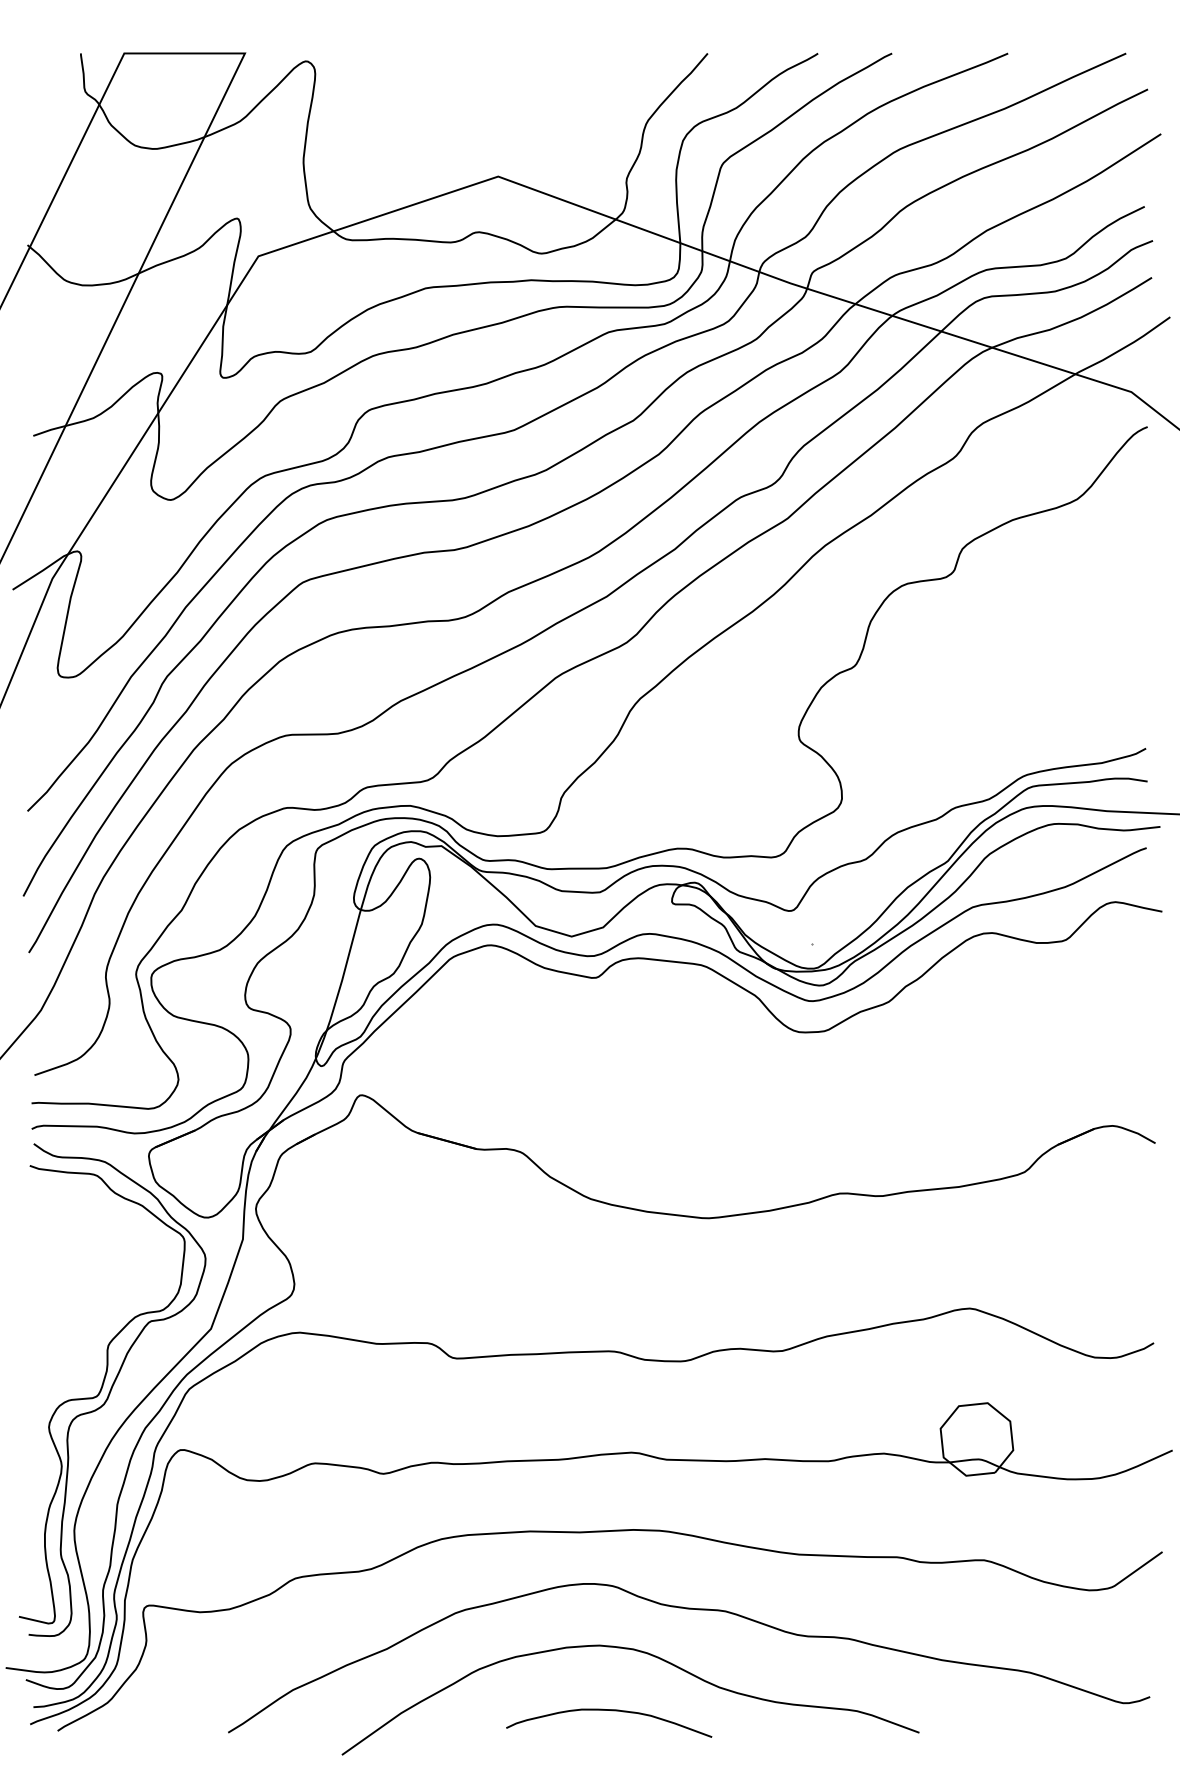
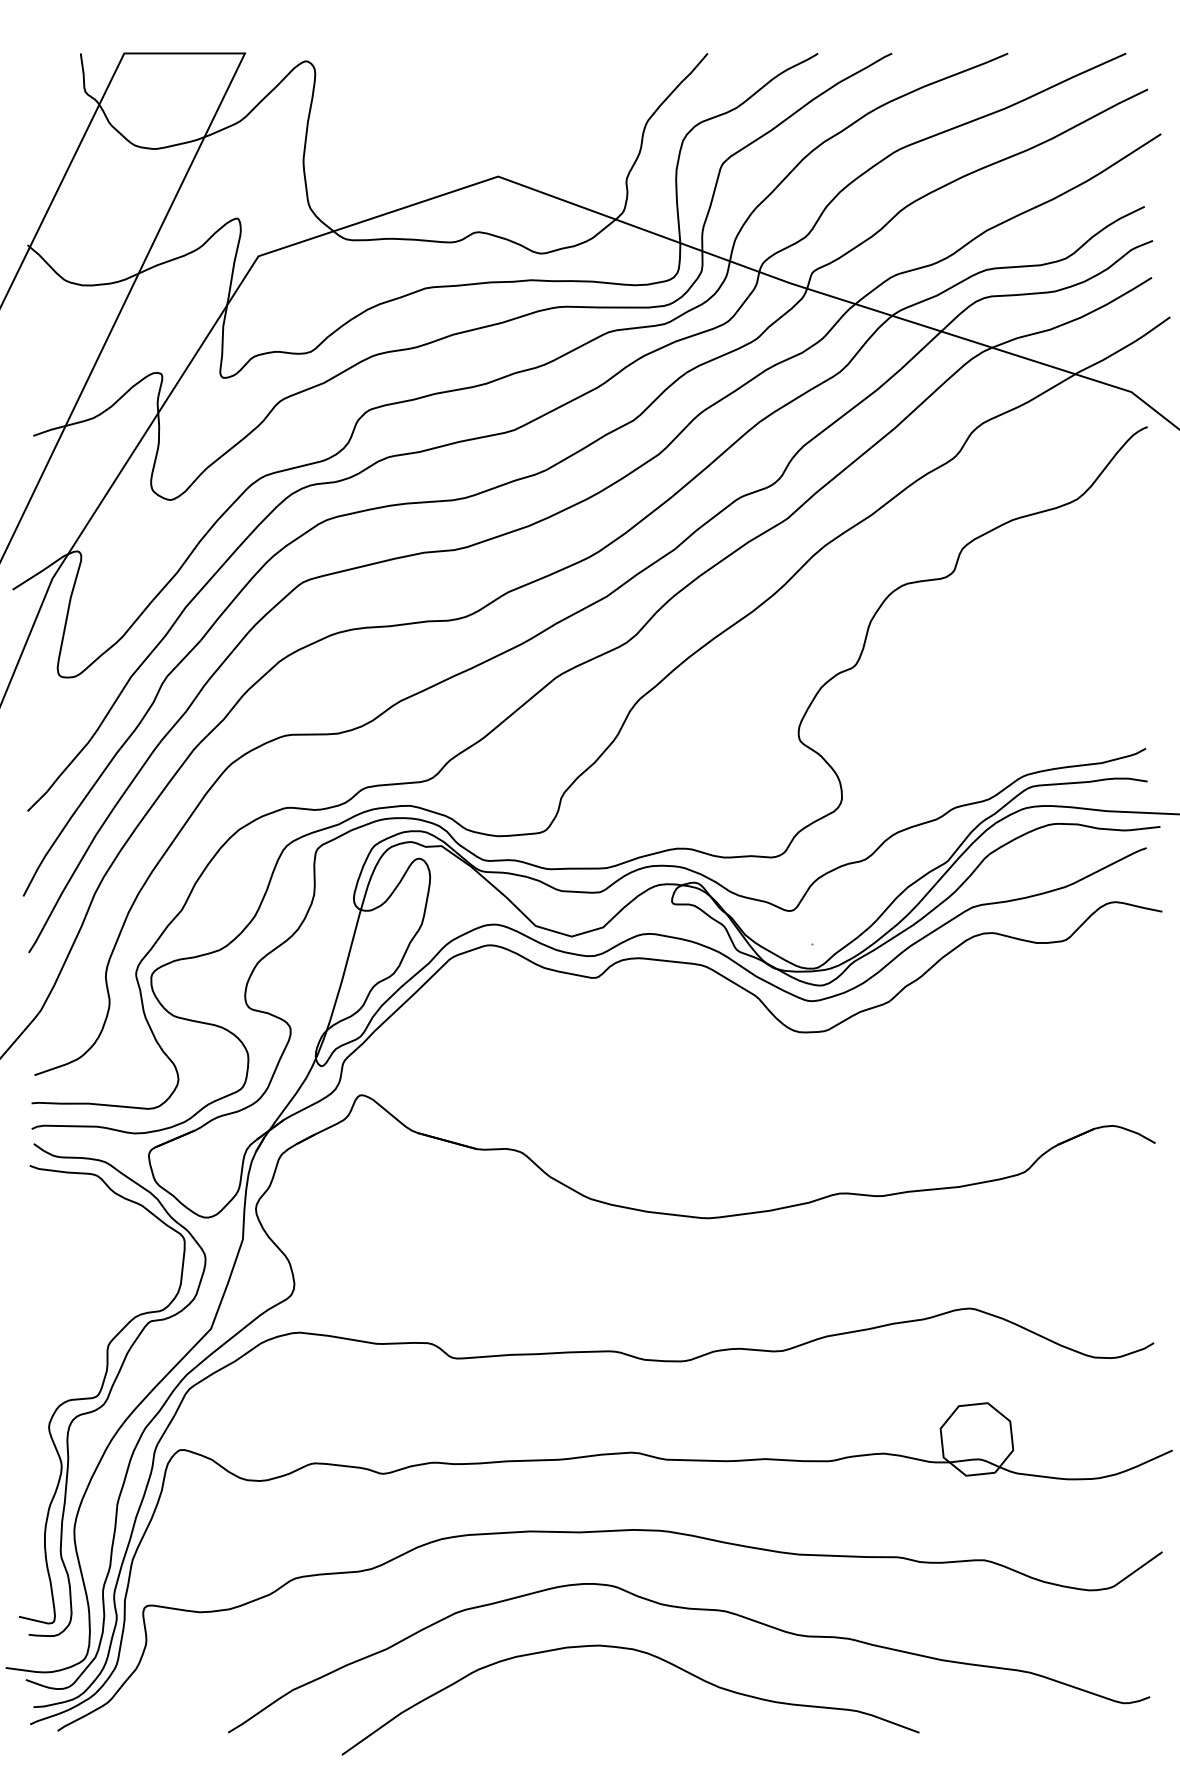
curve at (612, 1711): present -> none
